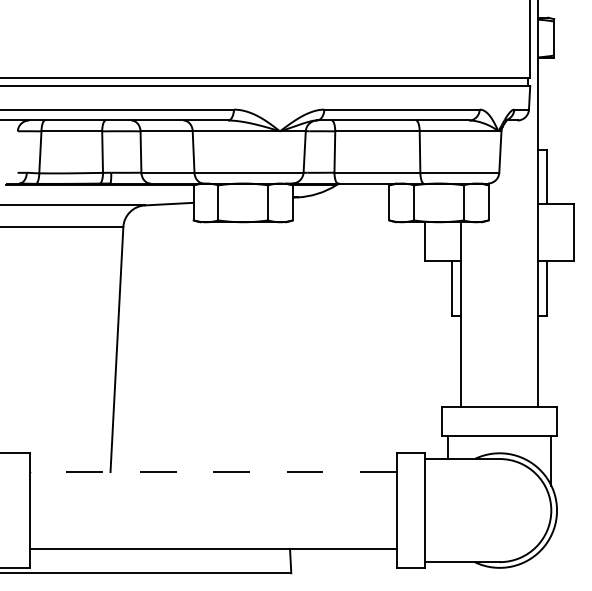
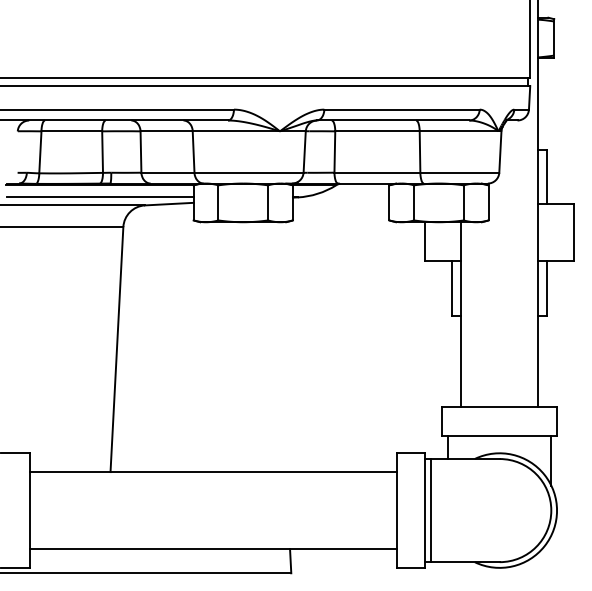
line at (99, 197): none -> present
line at (212, 472): dashed -> solid
line at (430, 510): none -> present
